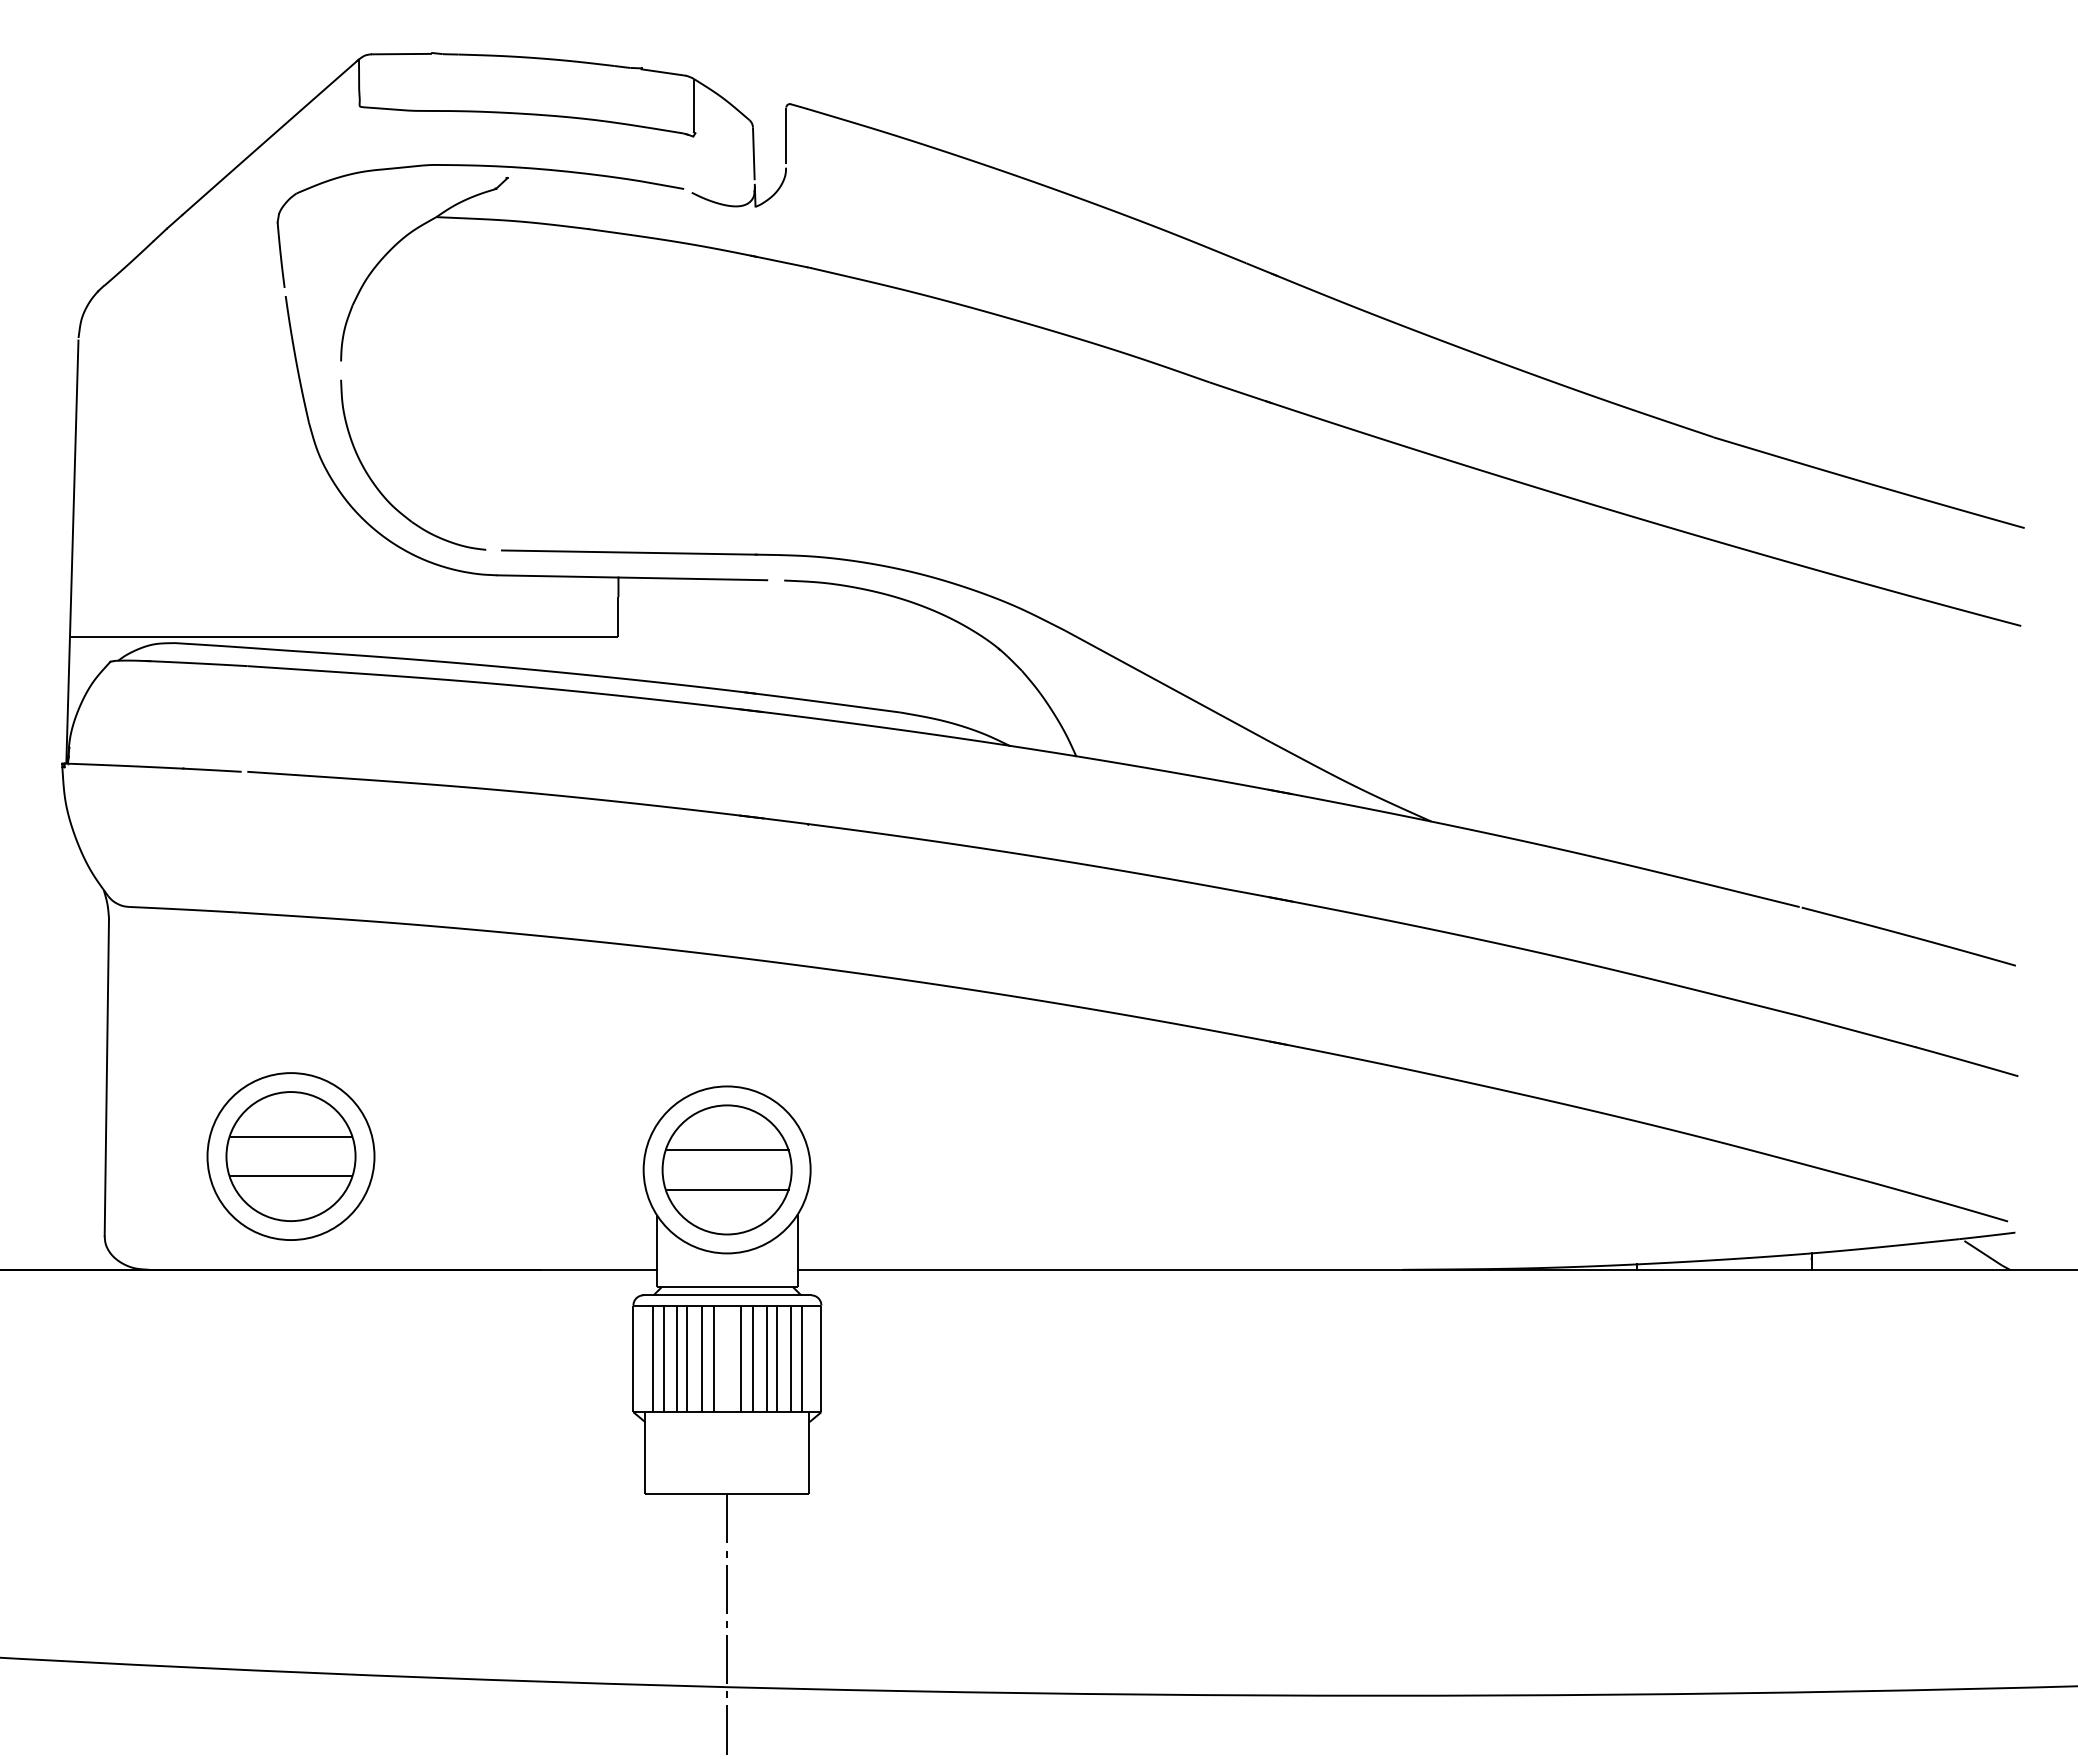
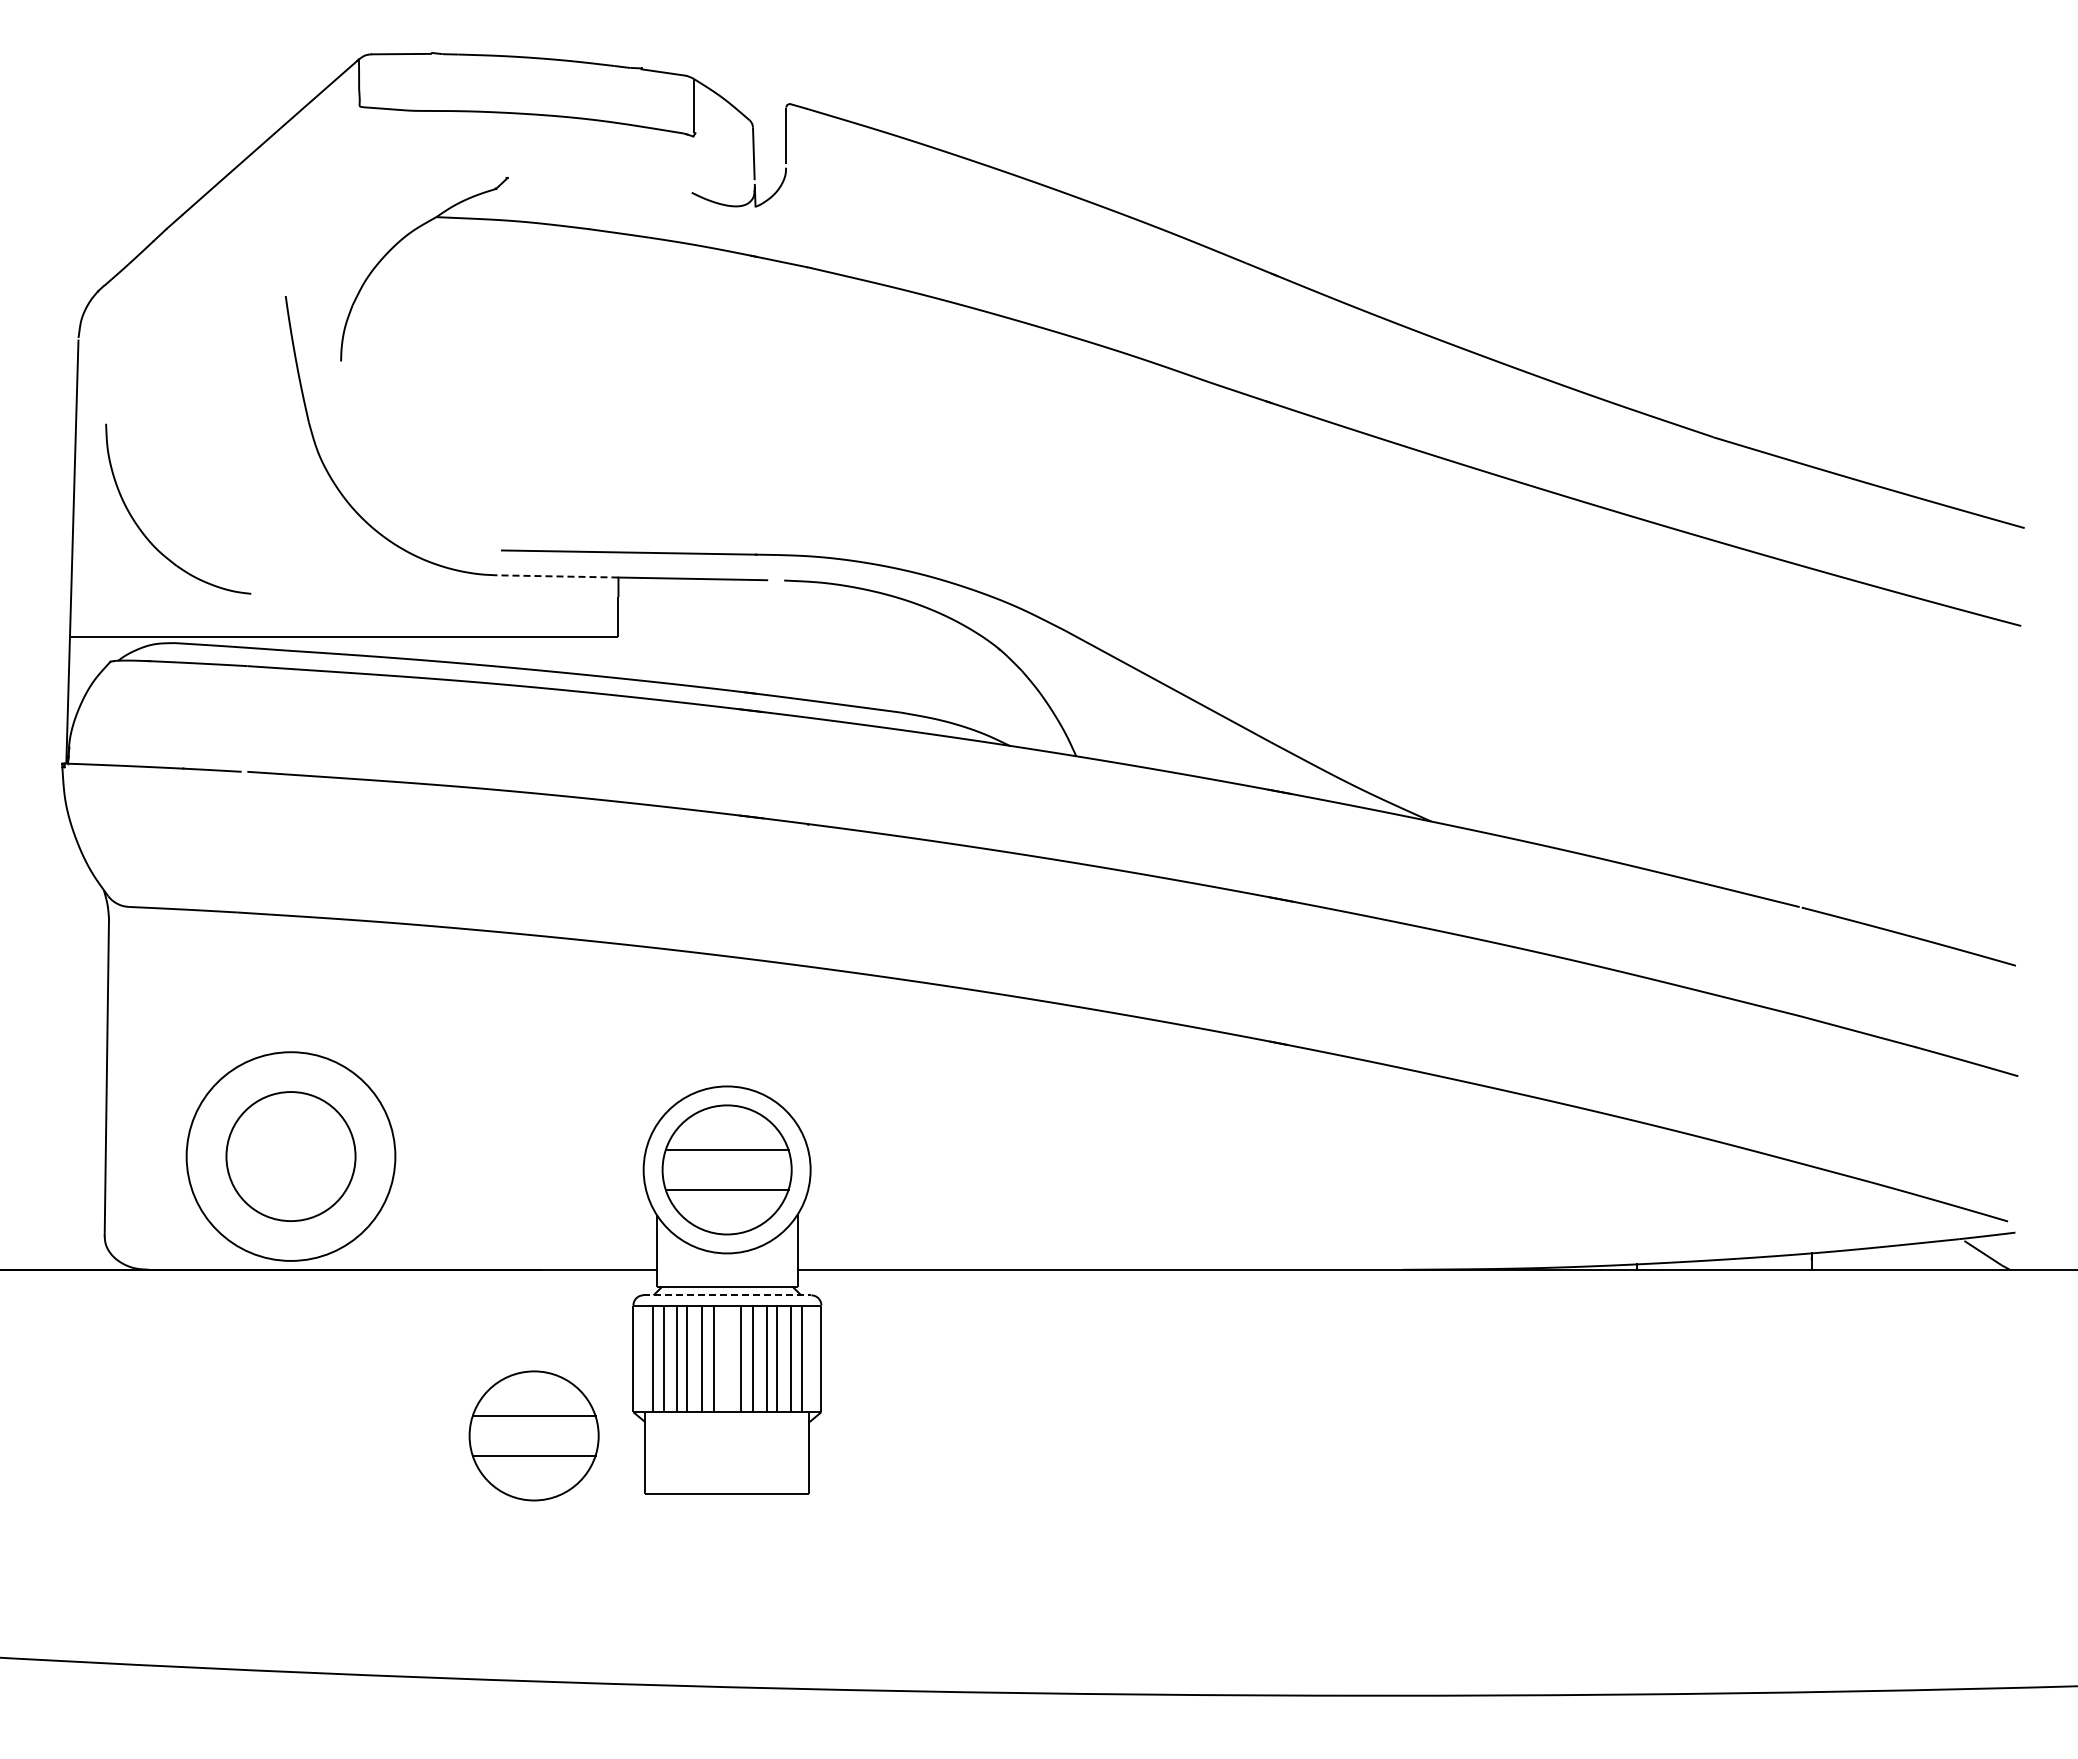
part at (480, 166): present -> none
part at (380, 490) position: (380, 490) -> (145, 534)
line at (557, 576): solid -> dashed
line at (290, 1136): present -> none
circle at (290, 1156) diameter: 167 px -> 209 px
line at (290, 1176): present -> none
line at (727, 1295): solid -> dashed
part at (533, 1435): none -> present
line at (727, 1624): present -> none
